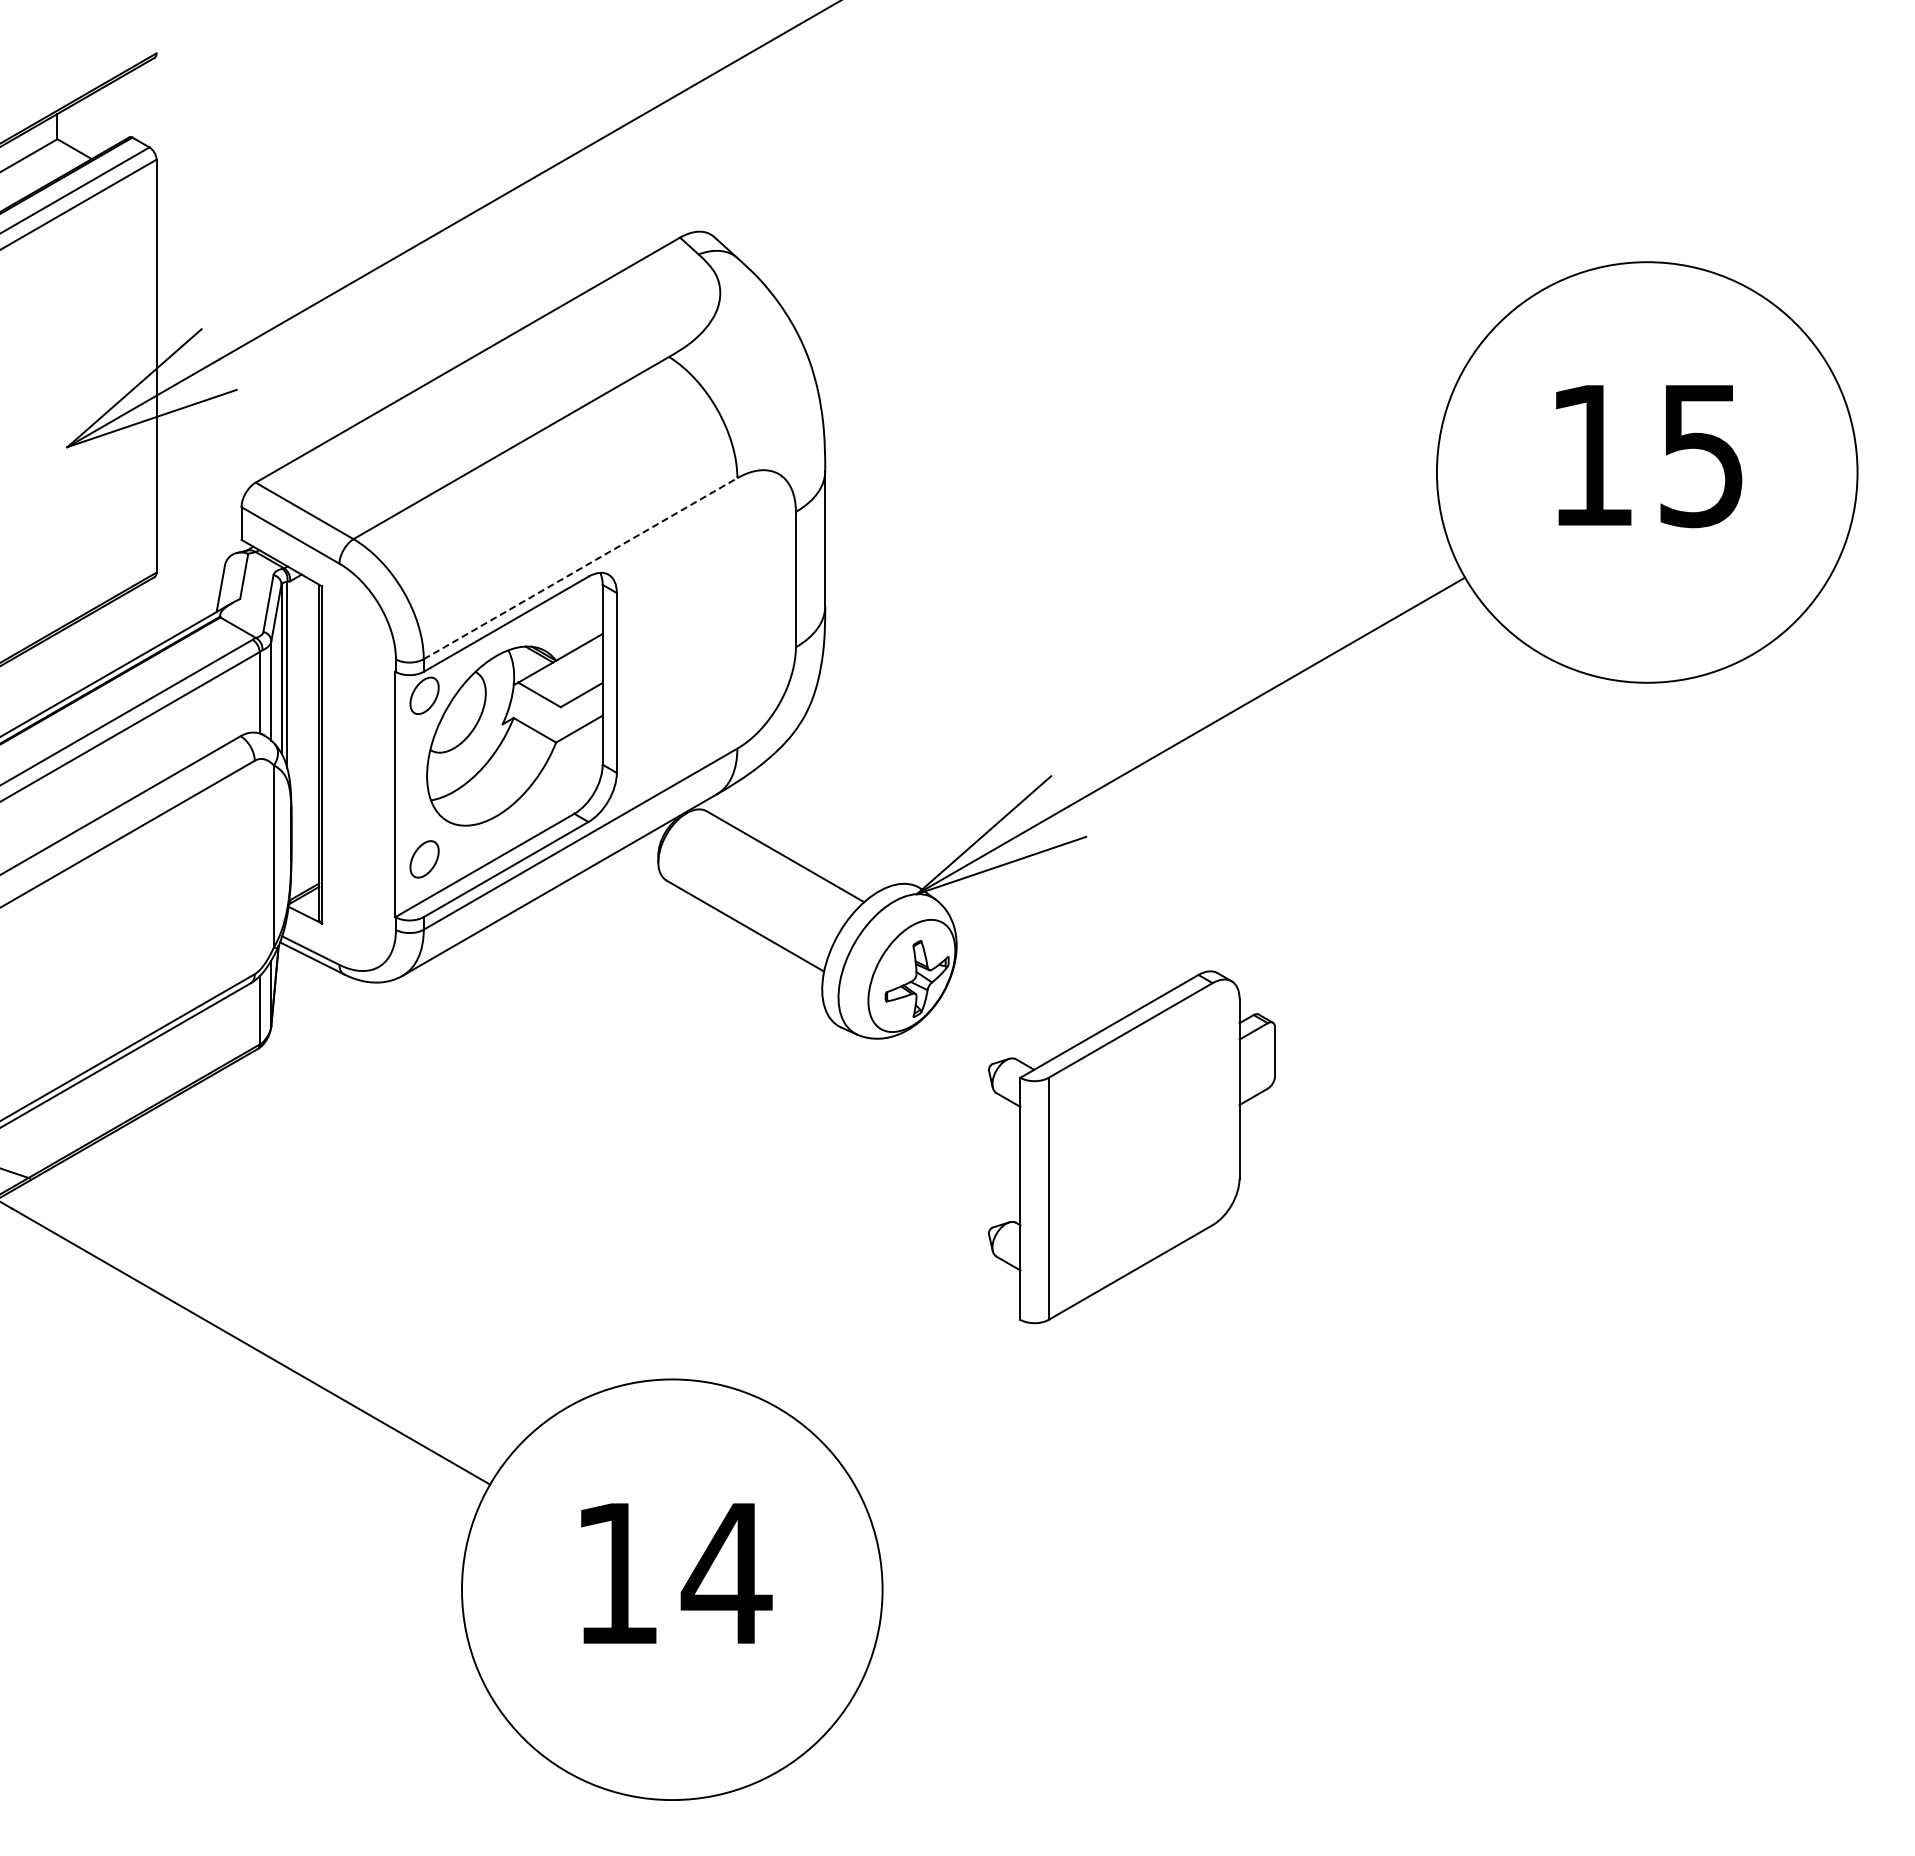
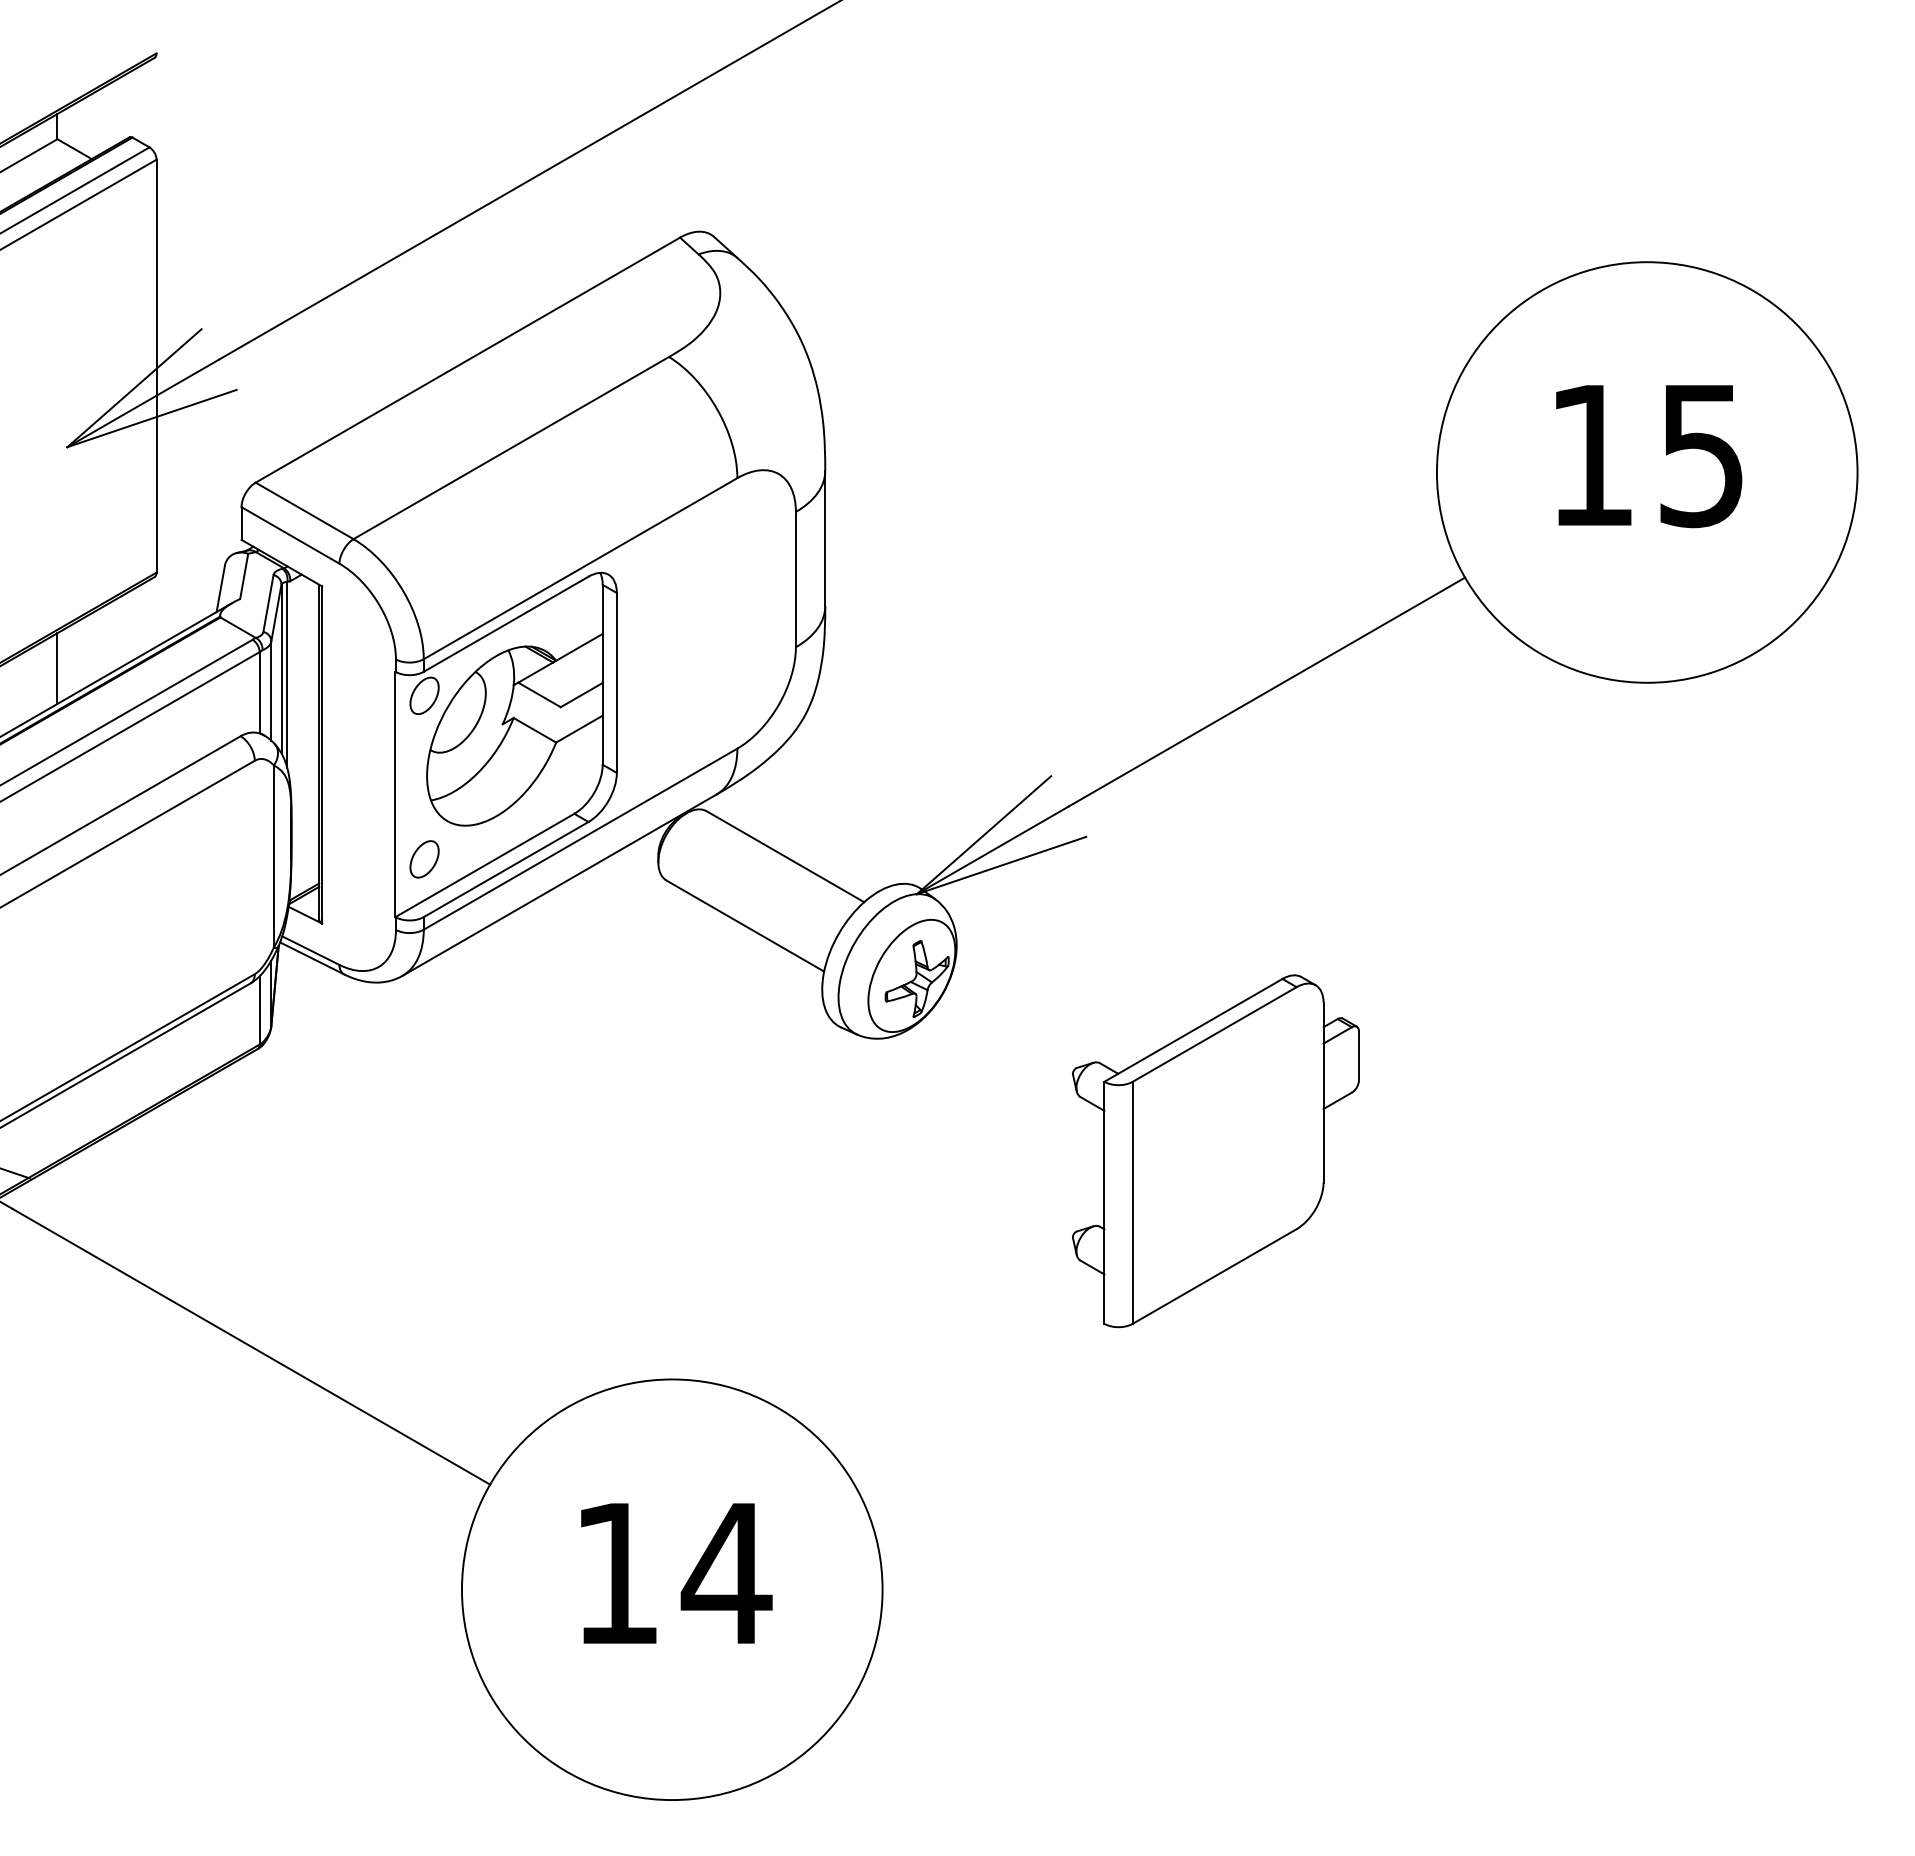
line at (581, 568): dashed -> solid
line at (57, 668): none -> present
part at (1131, 1147) position: (1131, 1147) -> (1215, 1151)
